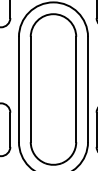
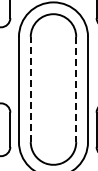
line at (30, 89): solid -> dashed
line at (76, 89): solid -> dashed
